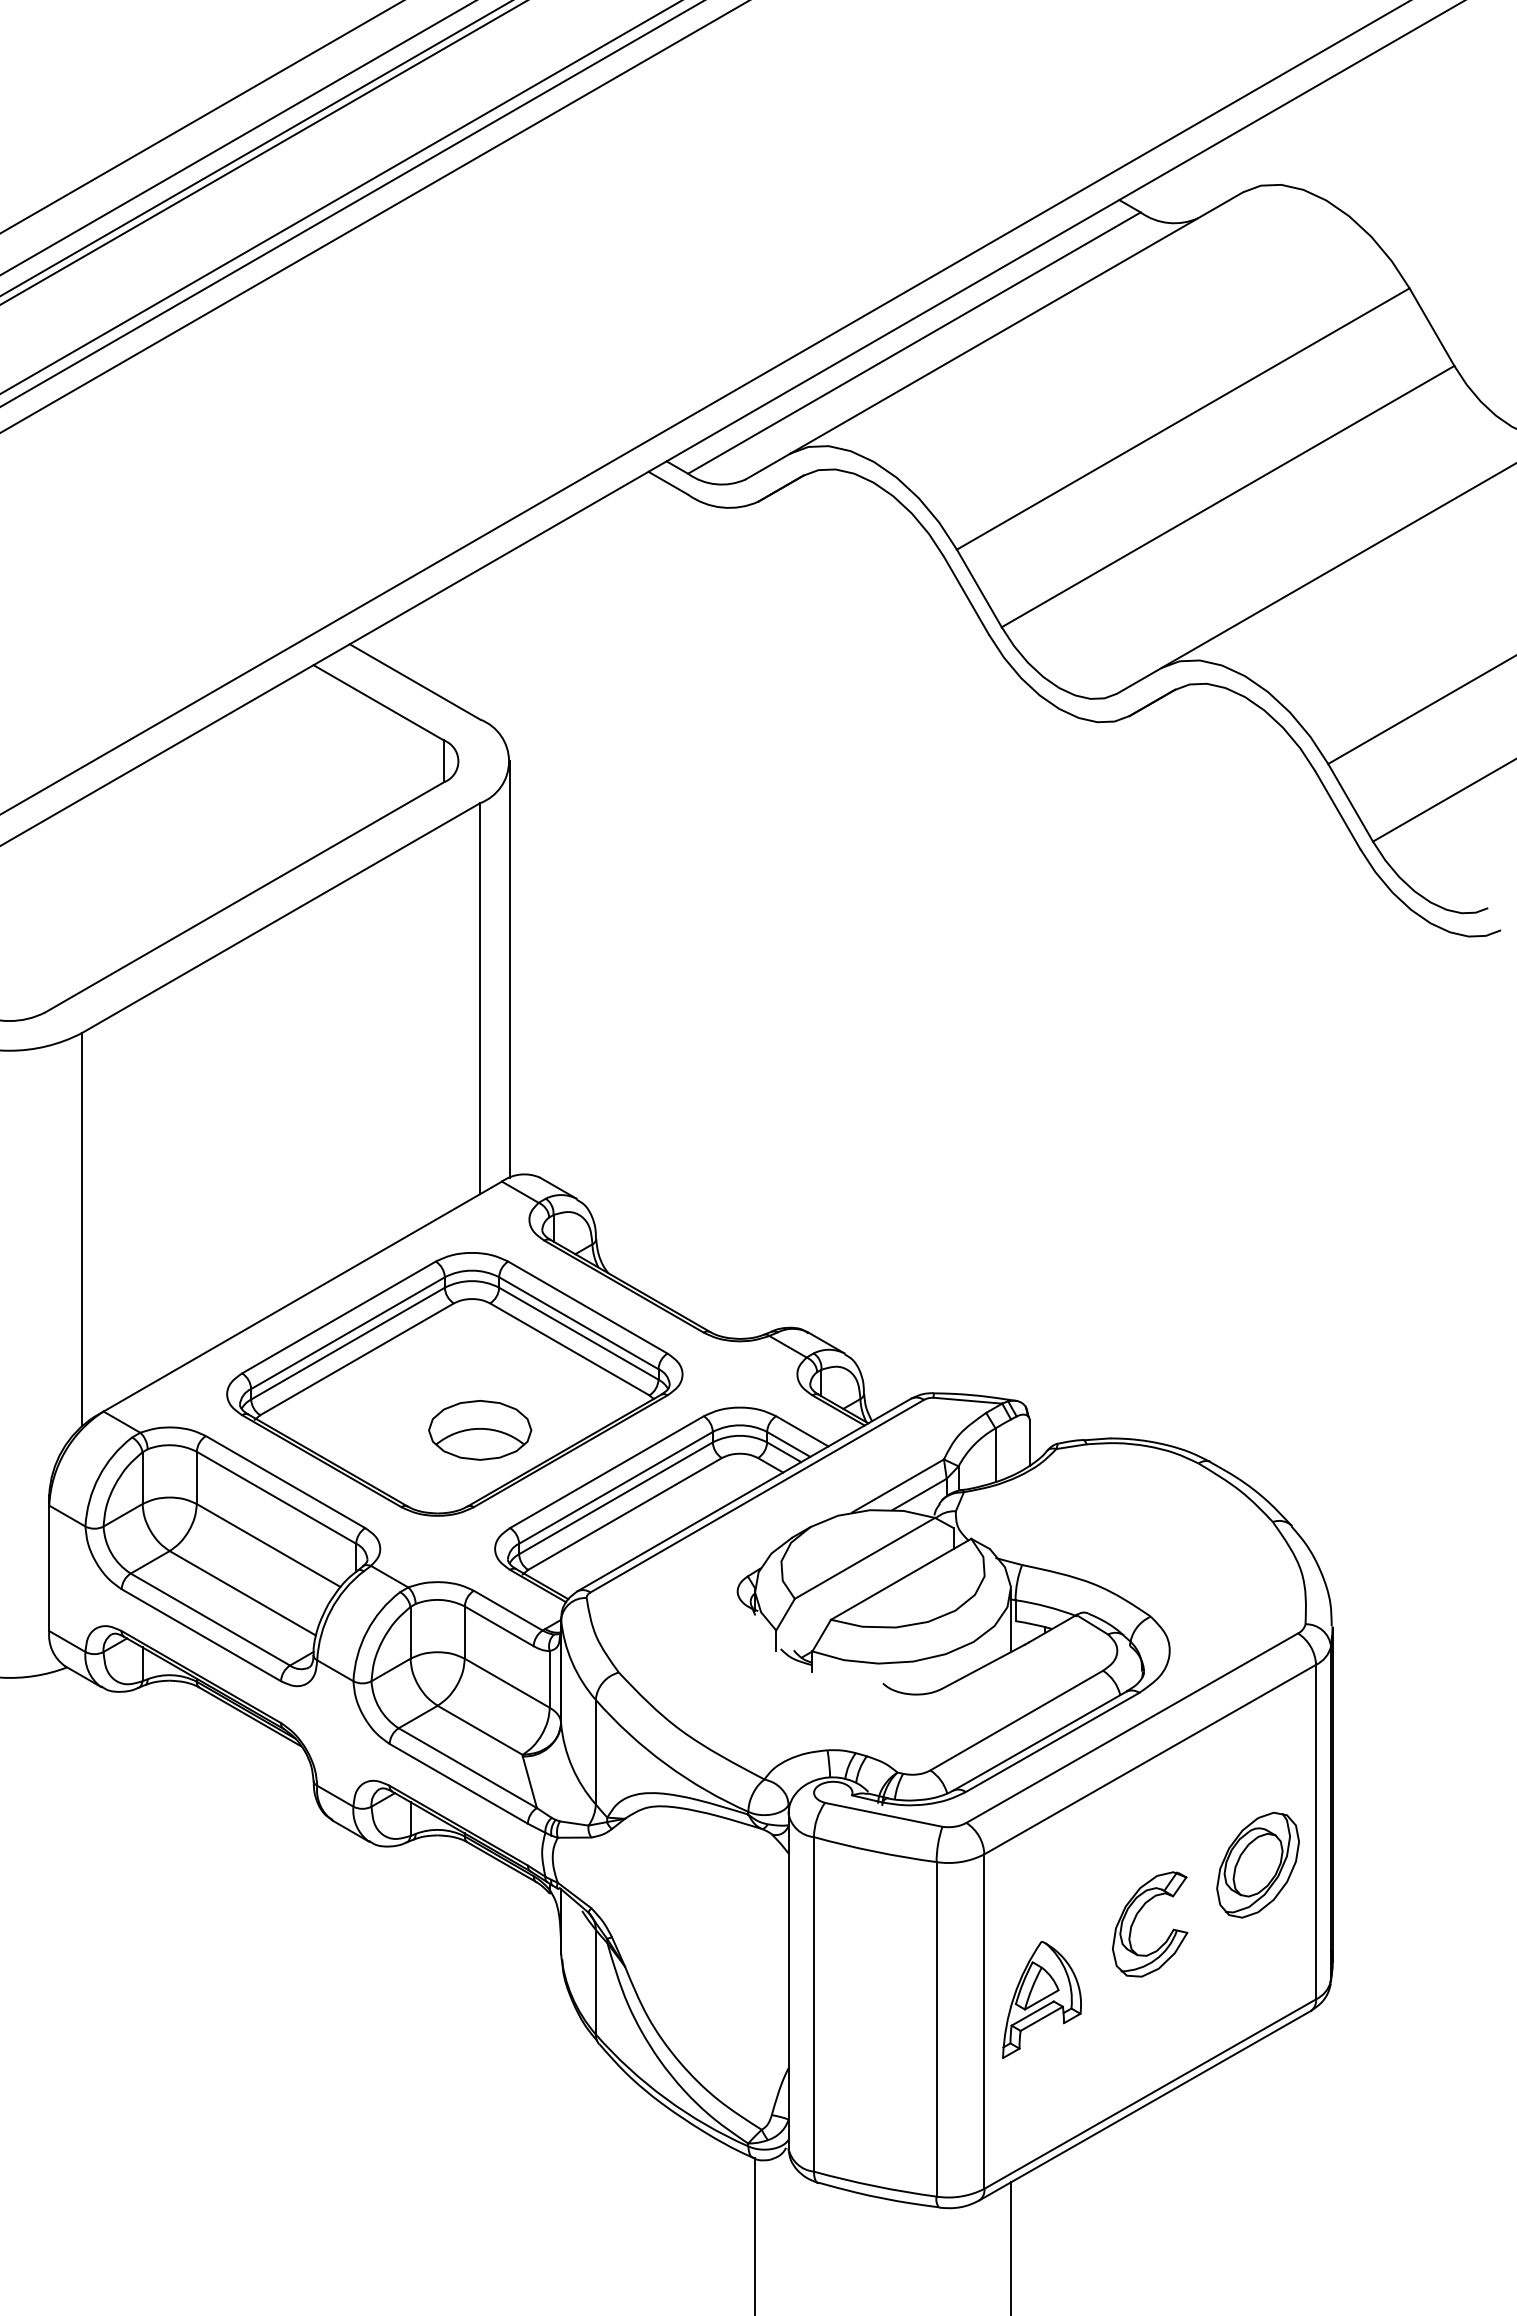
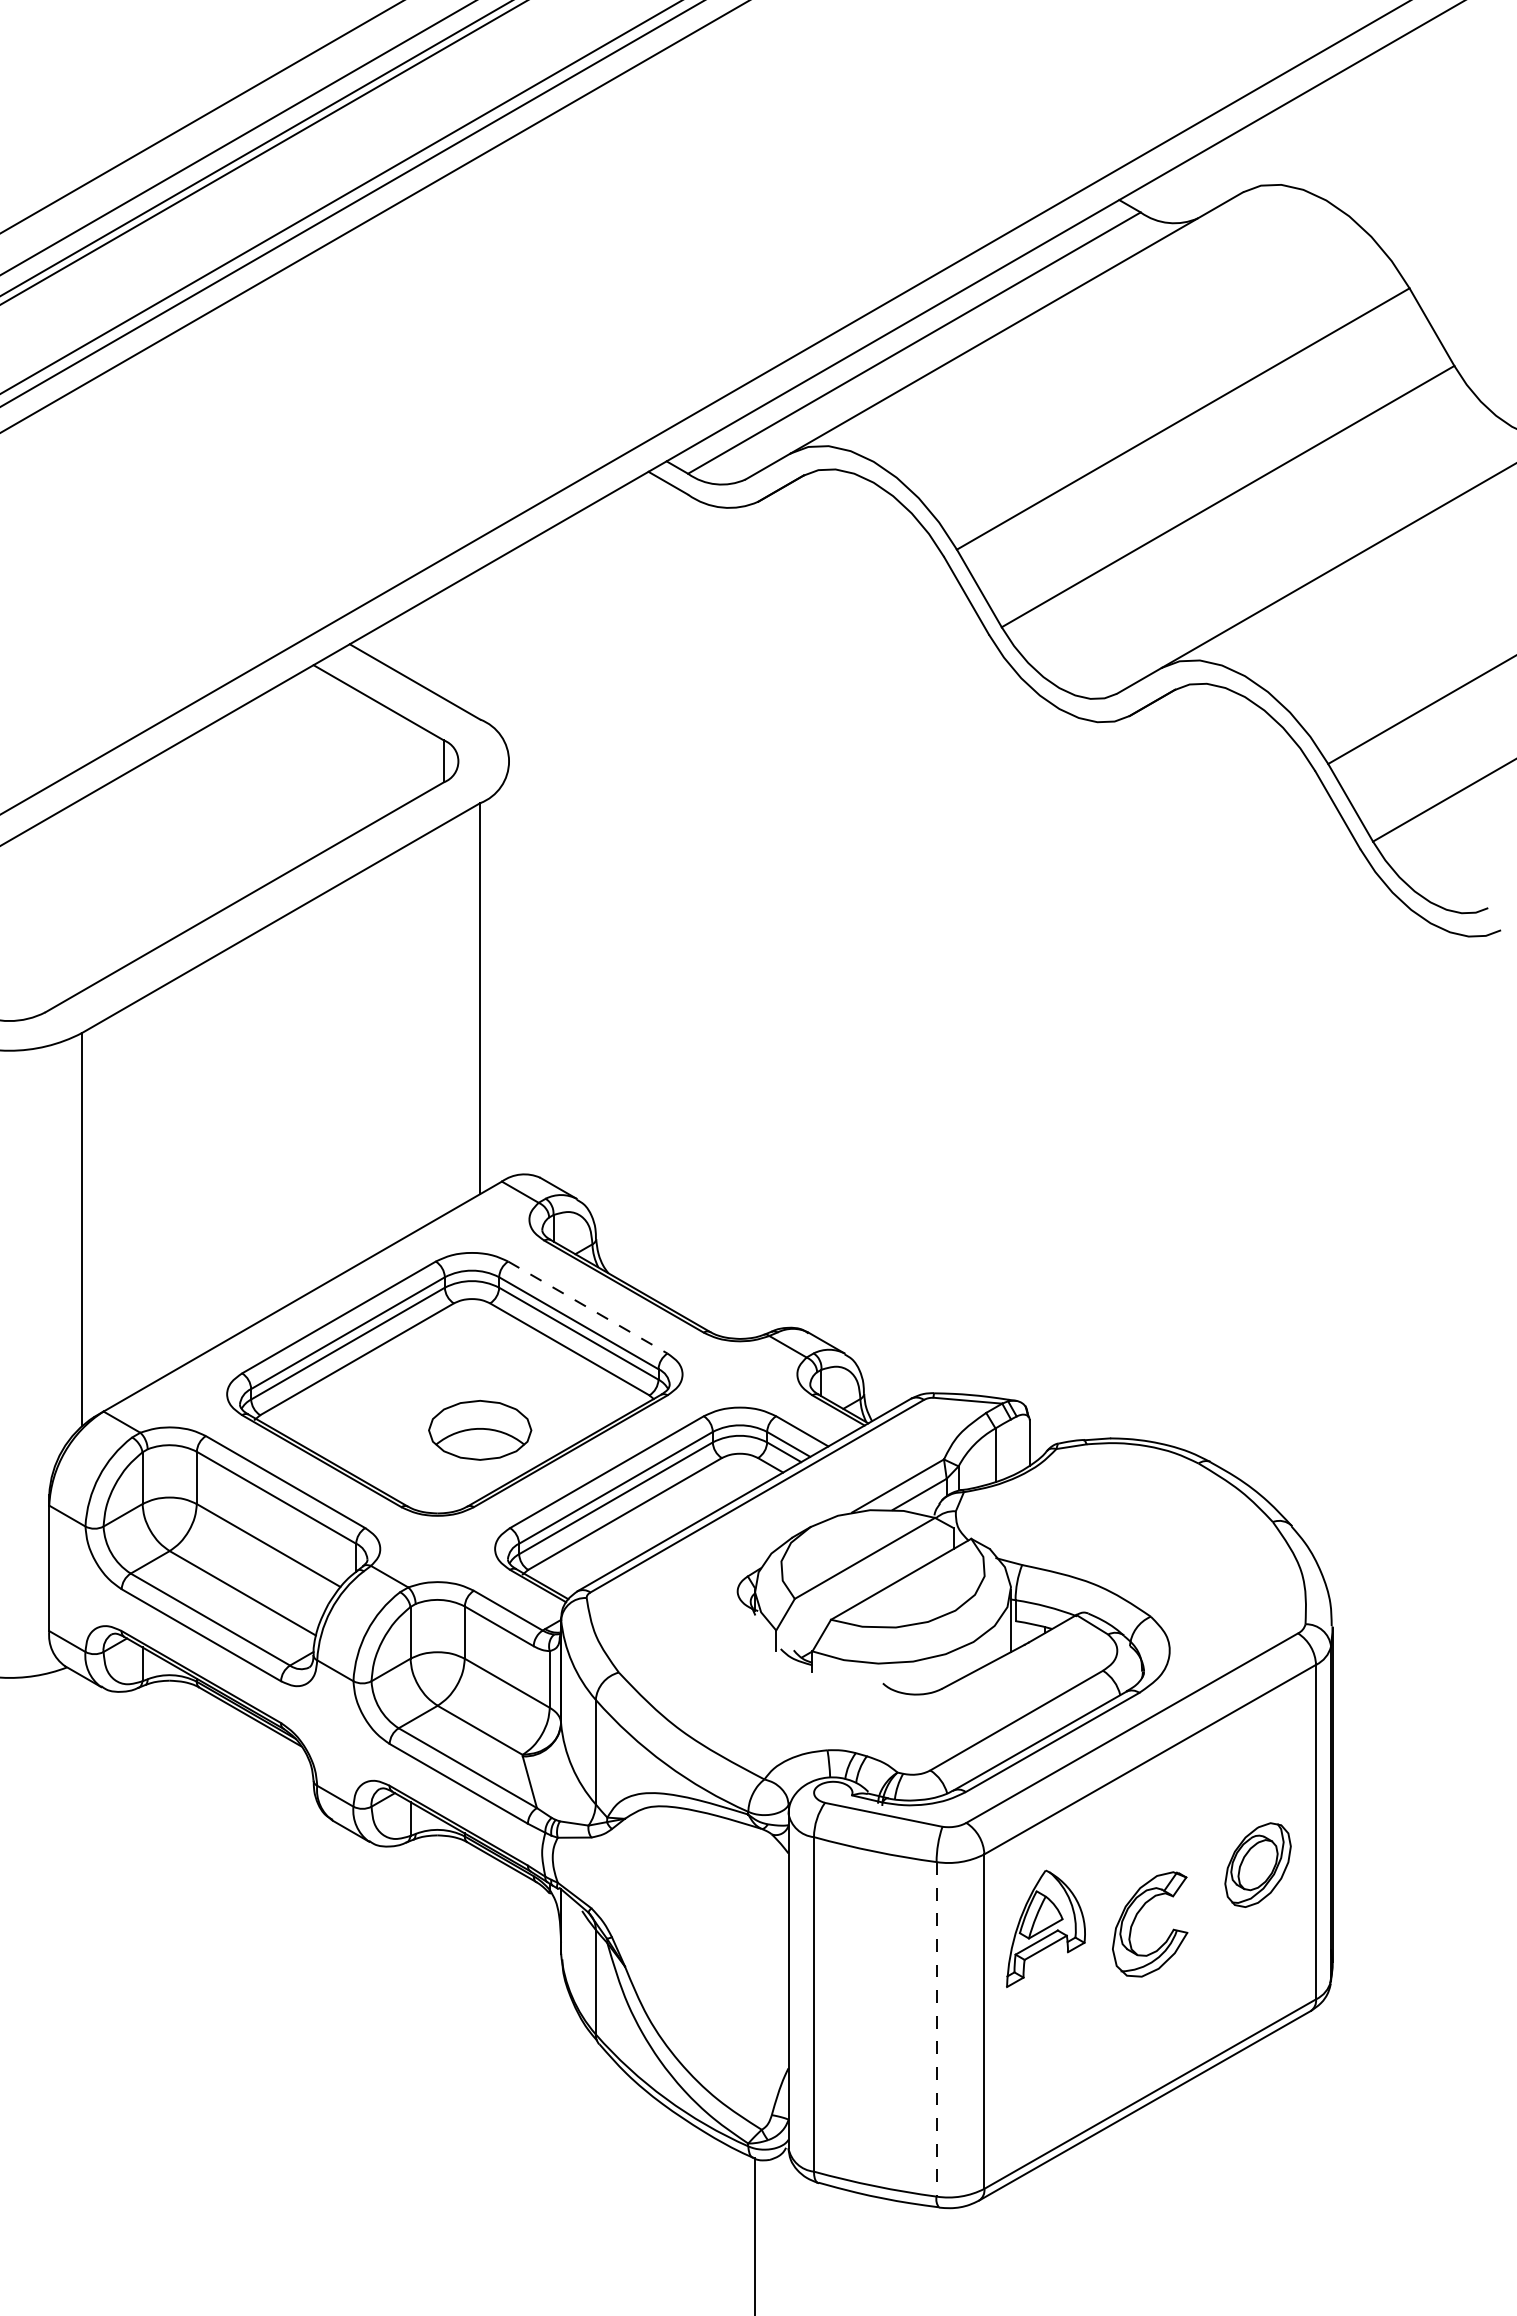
line at (510, 969): present -> none
line at (587, 1307): solid -> dashed
part at (1257, 1864) size: 84x108 px -> 68x86 px
part at (1041, 1999) position: (1041, 1999) -> (1045, 1928)
line at (936, 2029): solid -> dashed
line at (1011, 2247): present -> none
